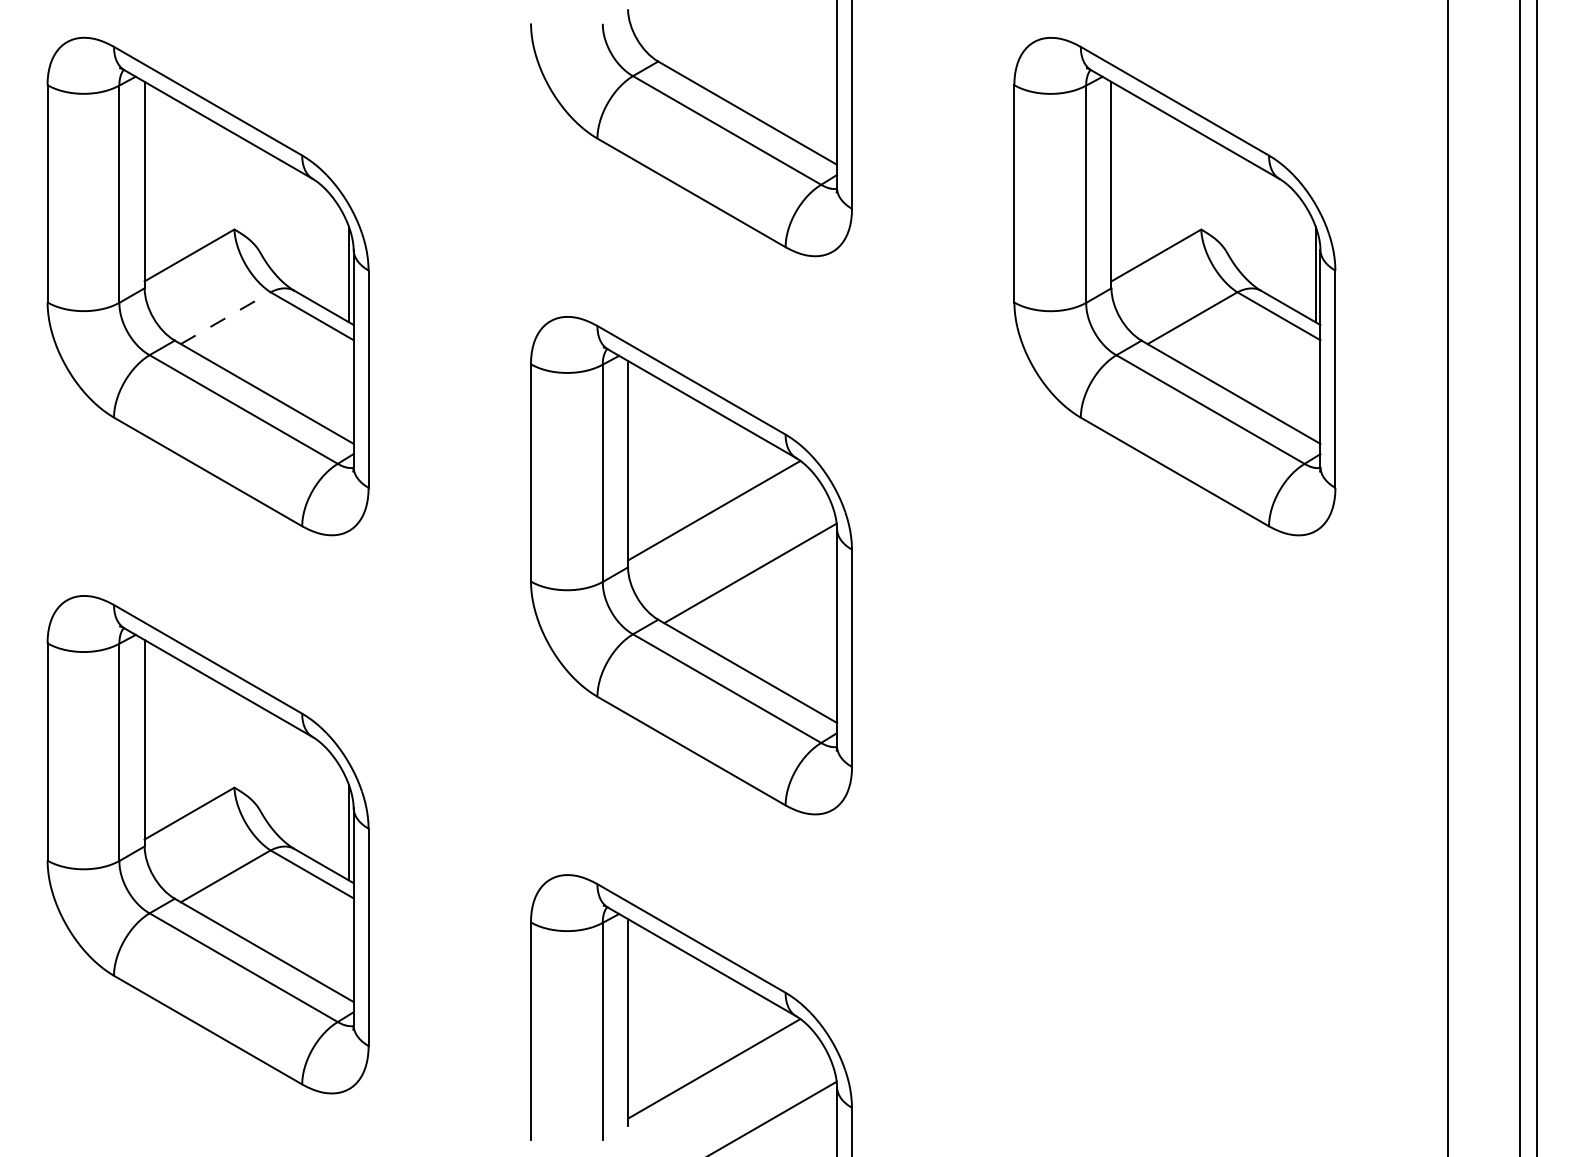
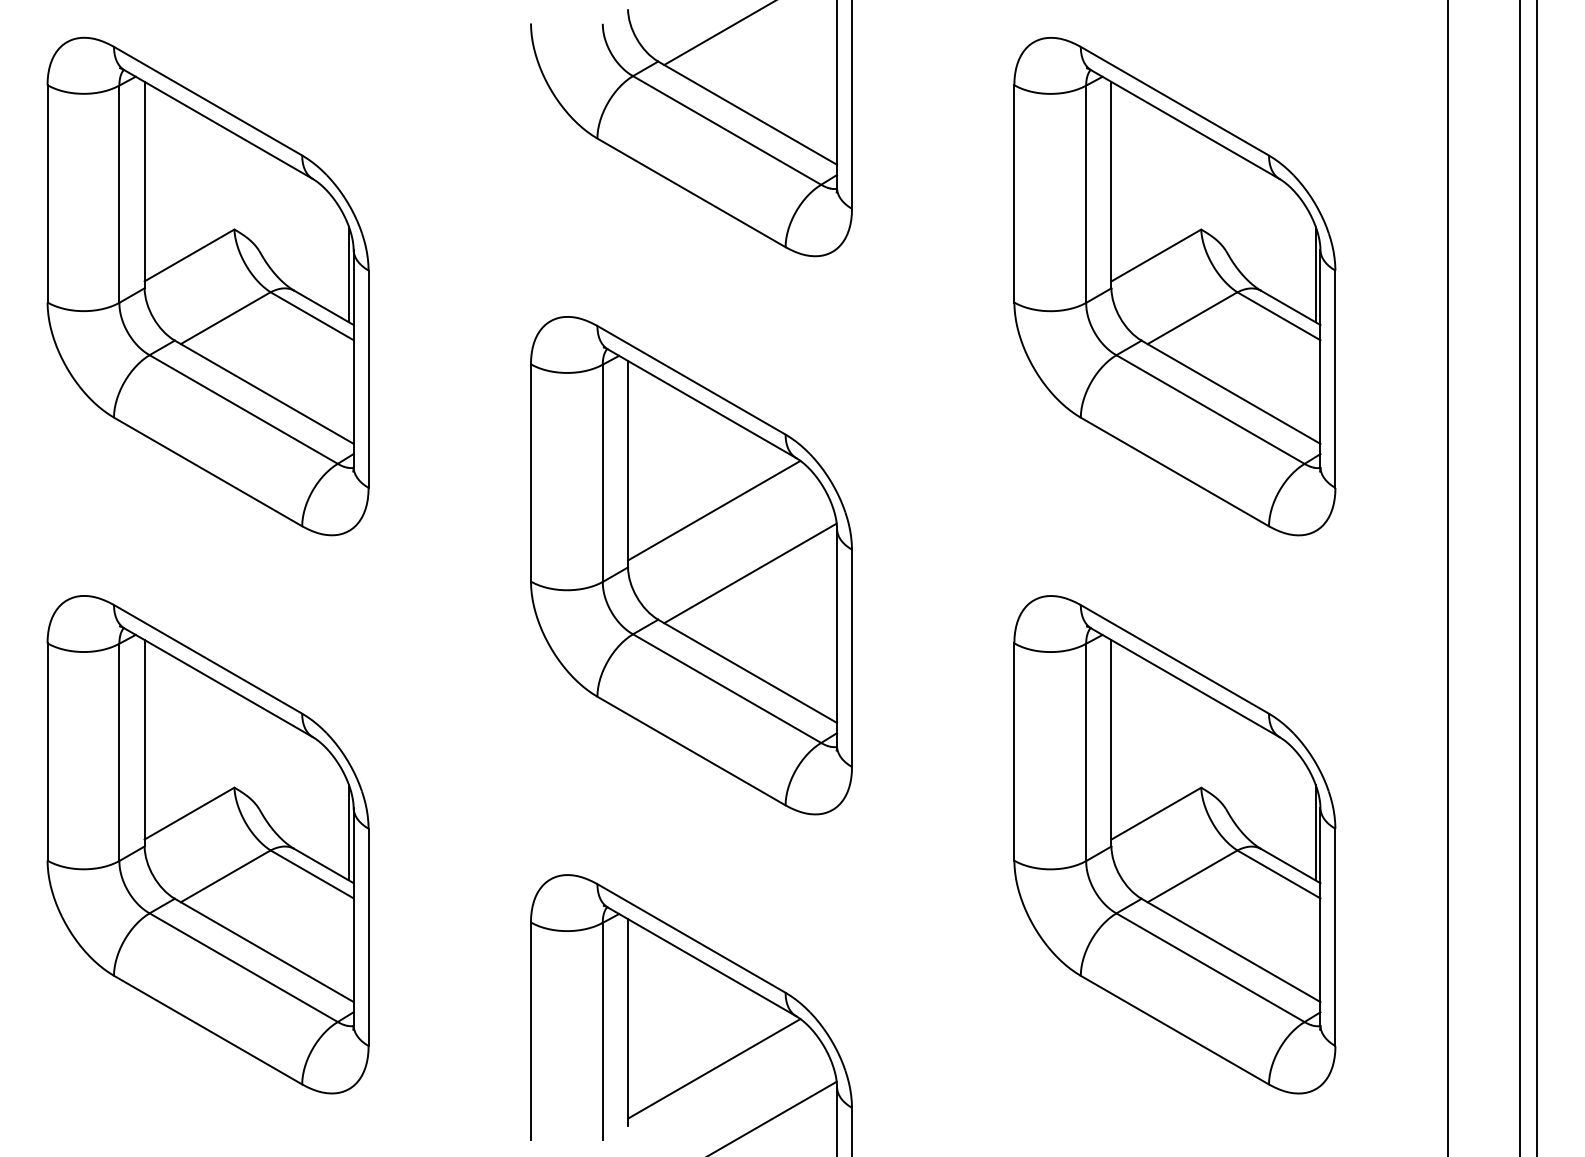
line at (718, 33): none -> present
line at (225, 318): dashed -> solid
part at (1174, 844): none -> present
